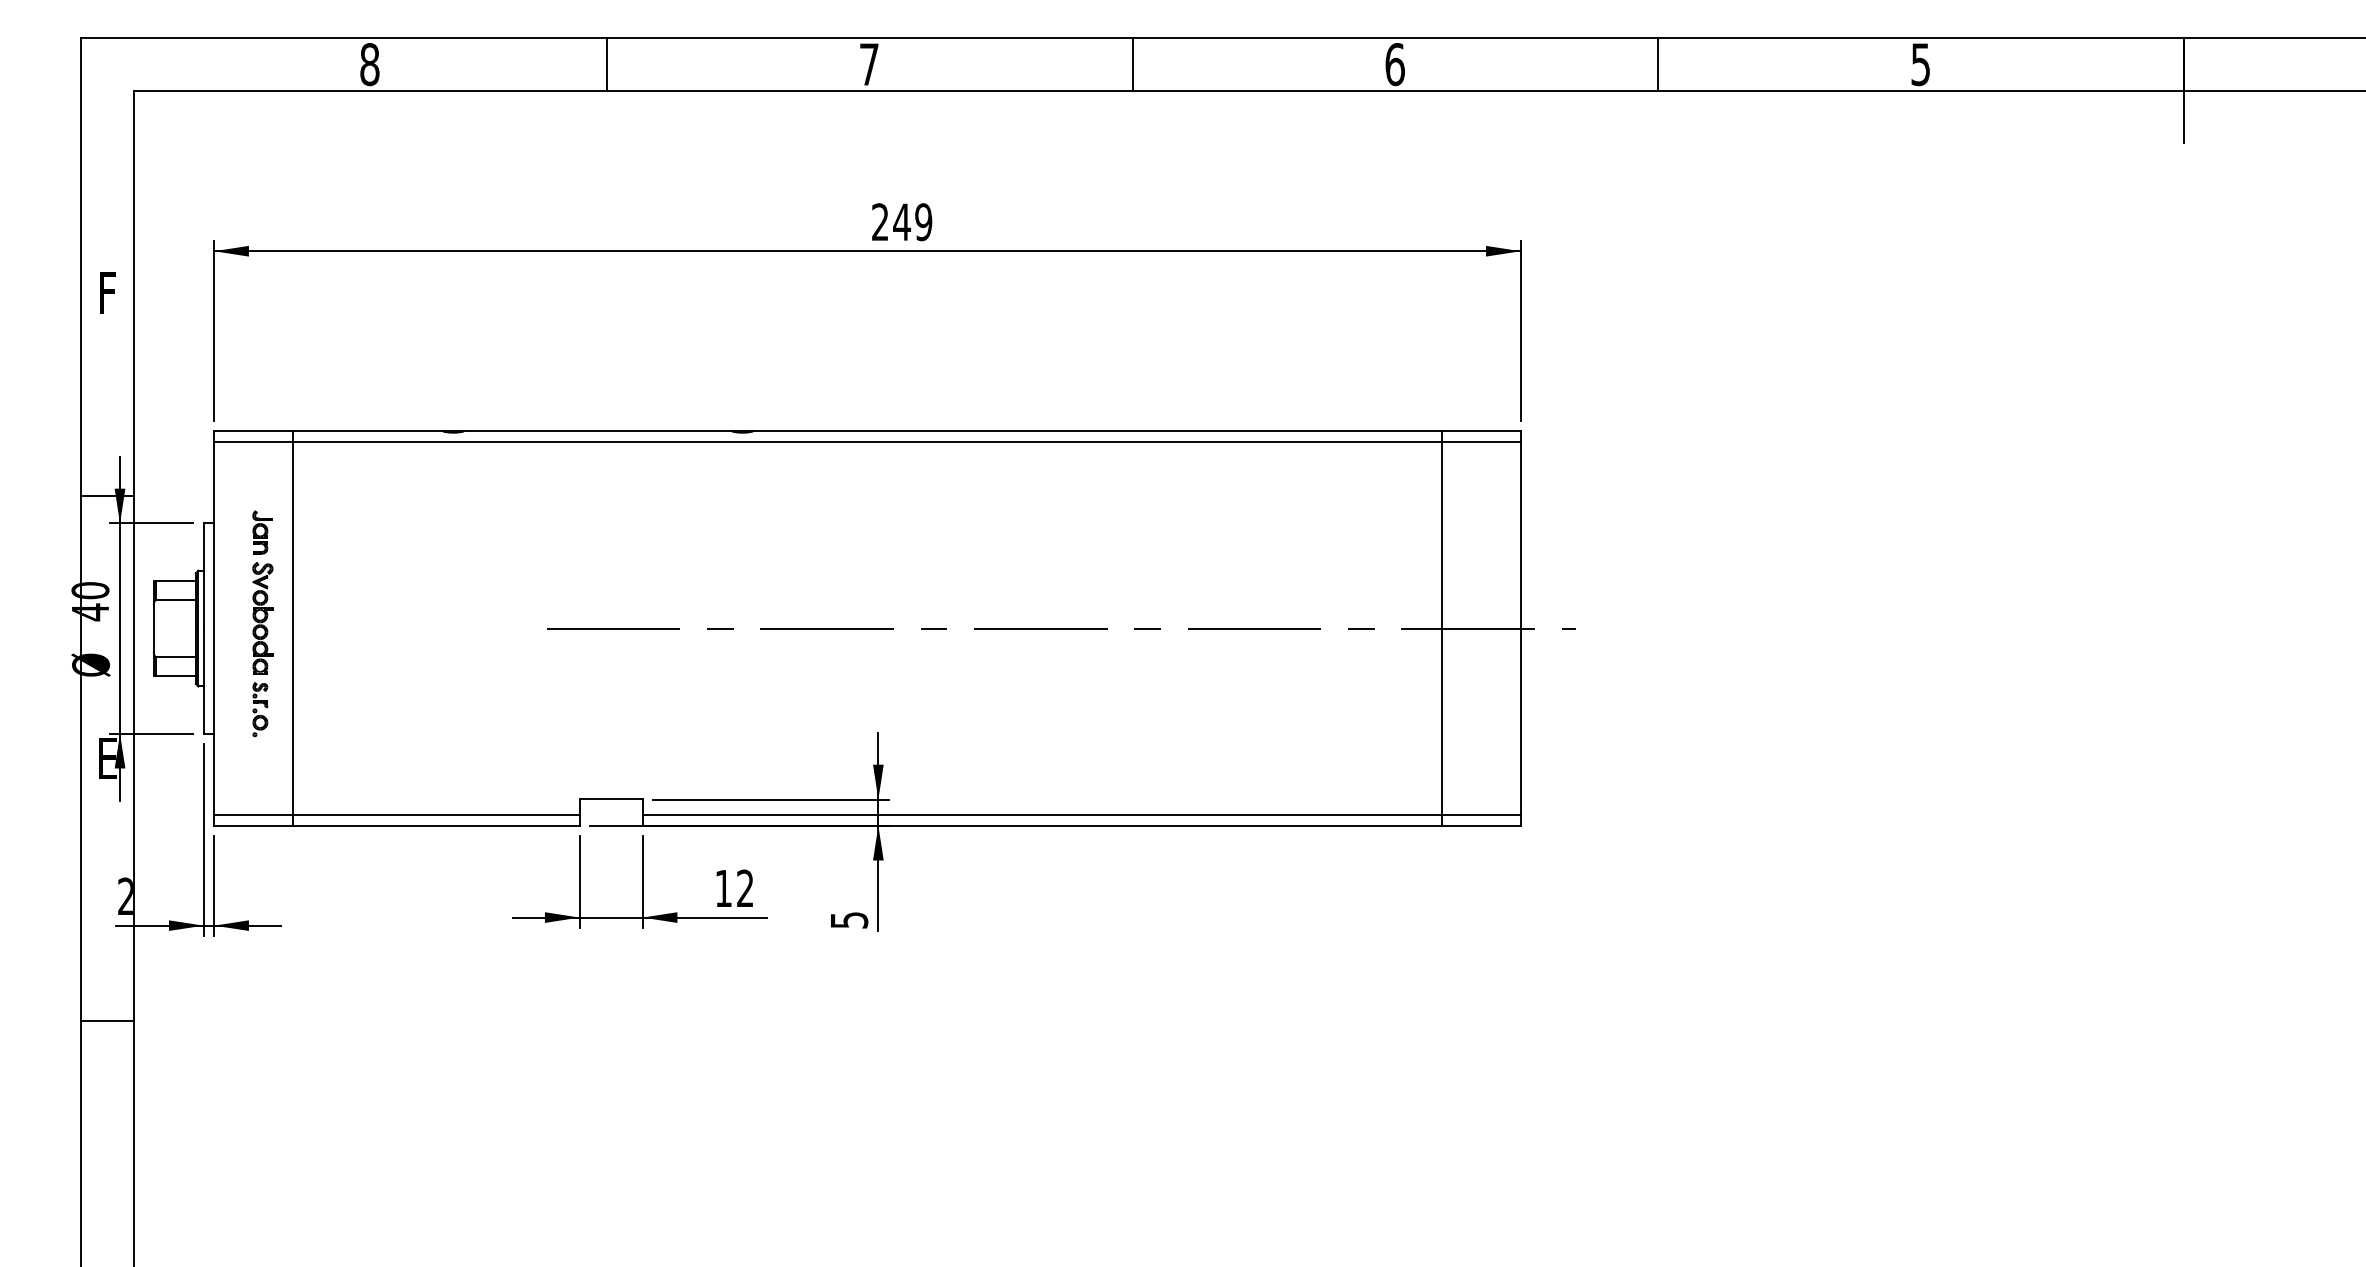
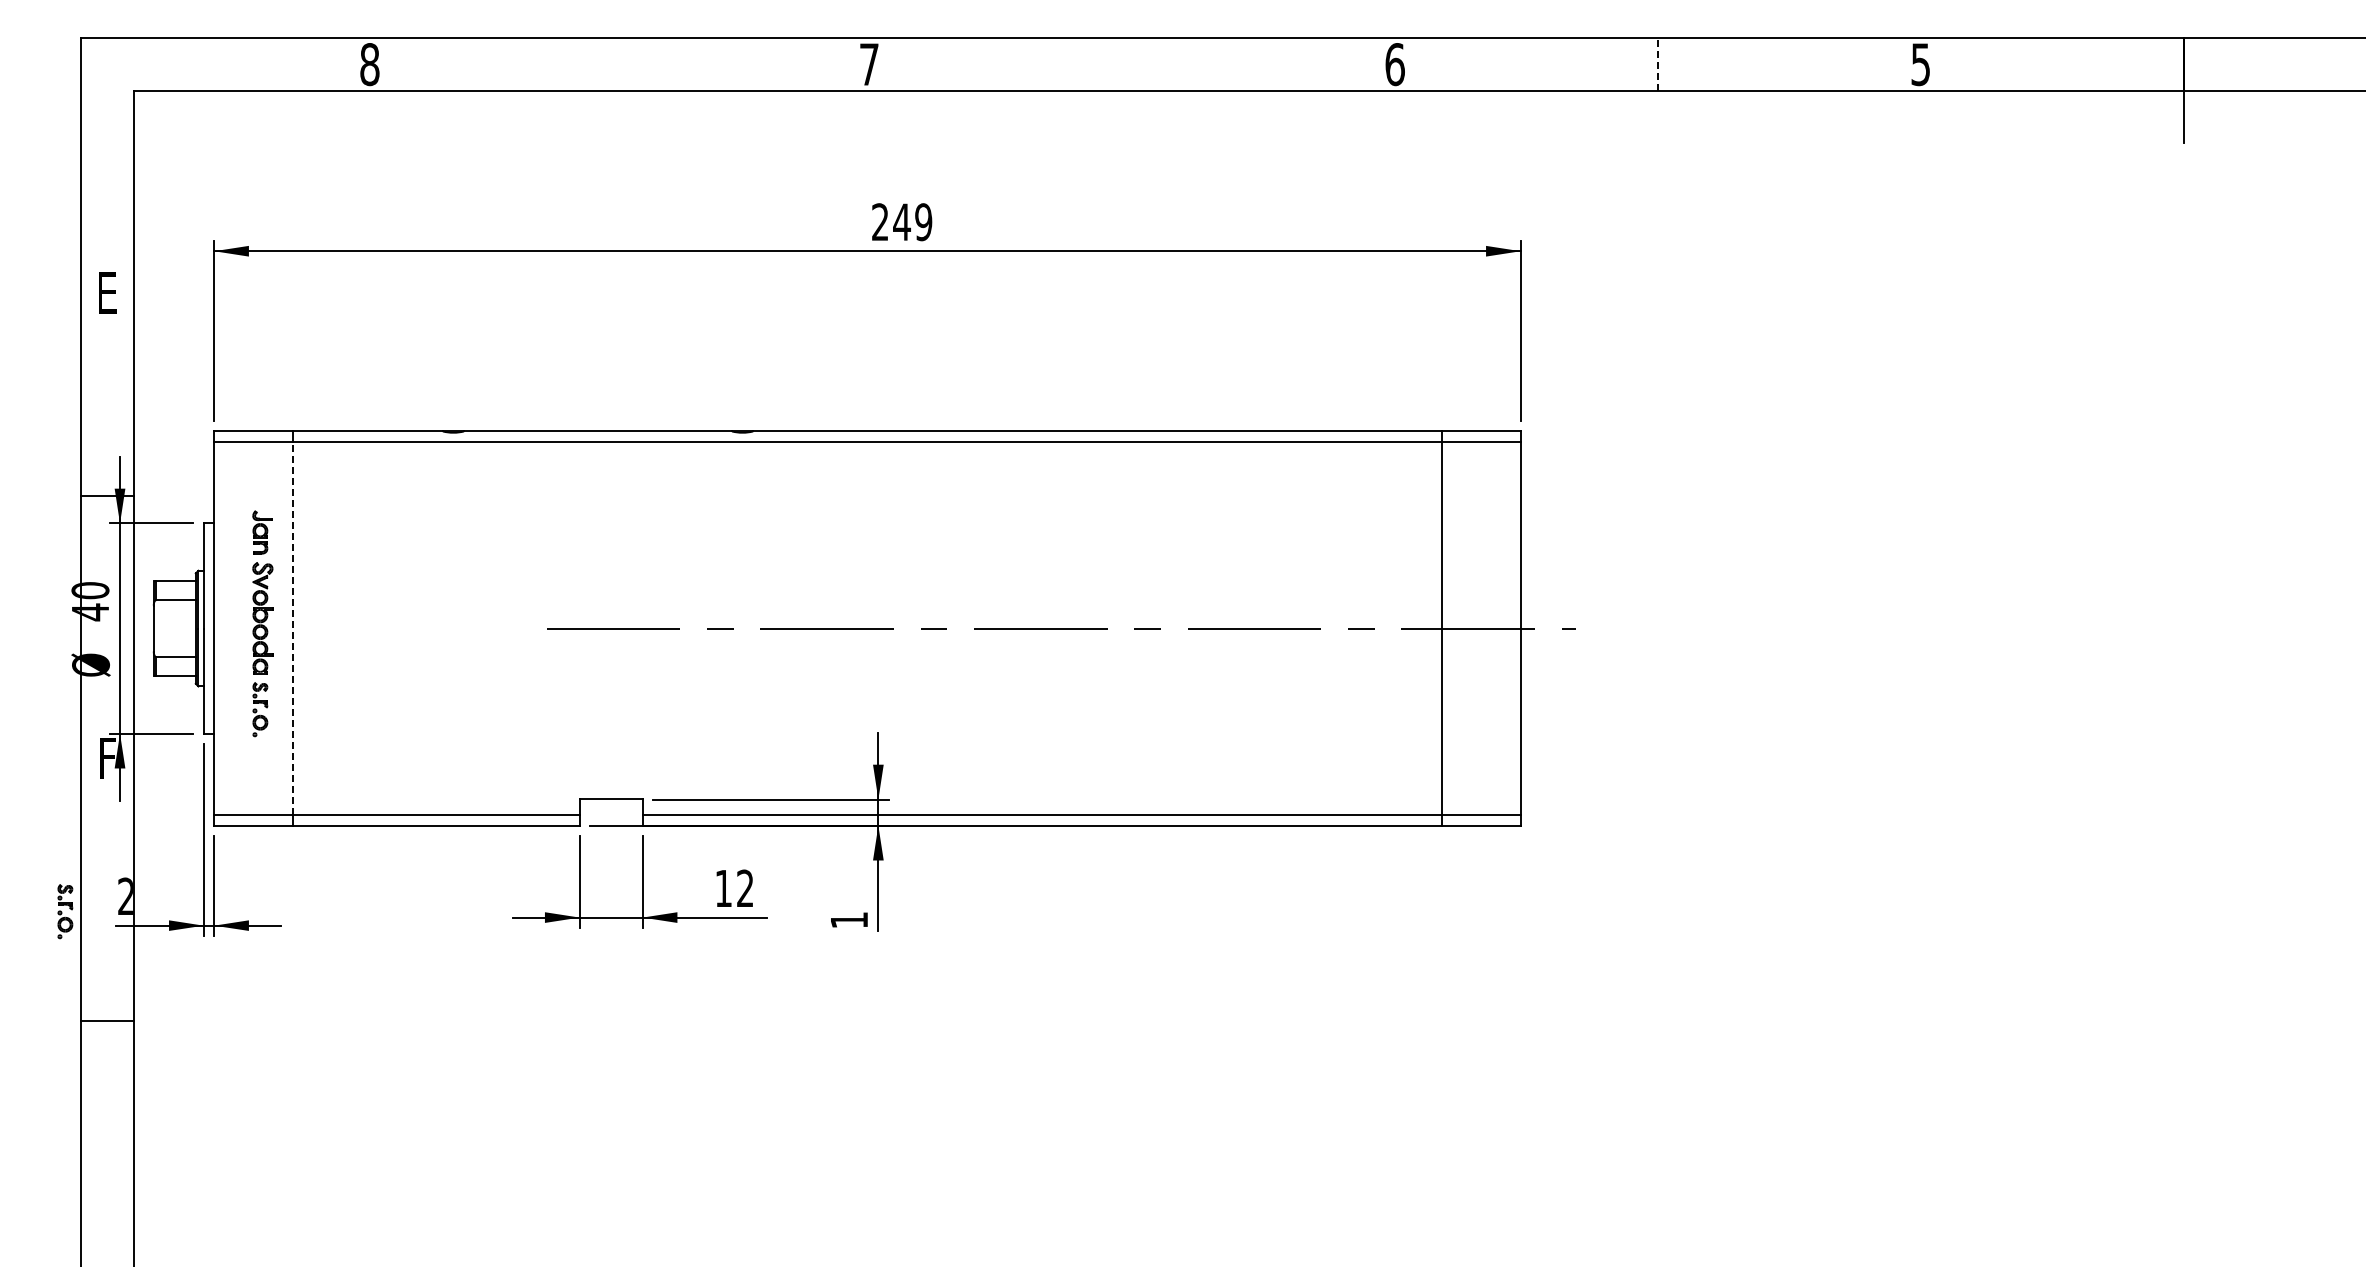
line at (1658, 63): solid -> dashed
line at (606, 64): present -> none
line at (1132, 64): present -> none
text at (107, 292): F -> E
line at (293, 628): solid -> dashed
text at (107, 758): E -> F
part at (65, 911): none -> present
text at (849, 920): 5 -> 1
